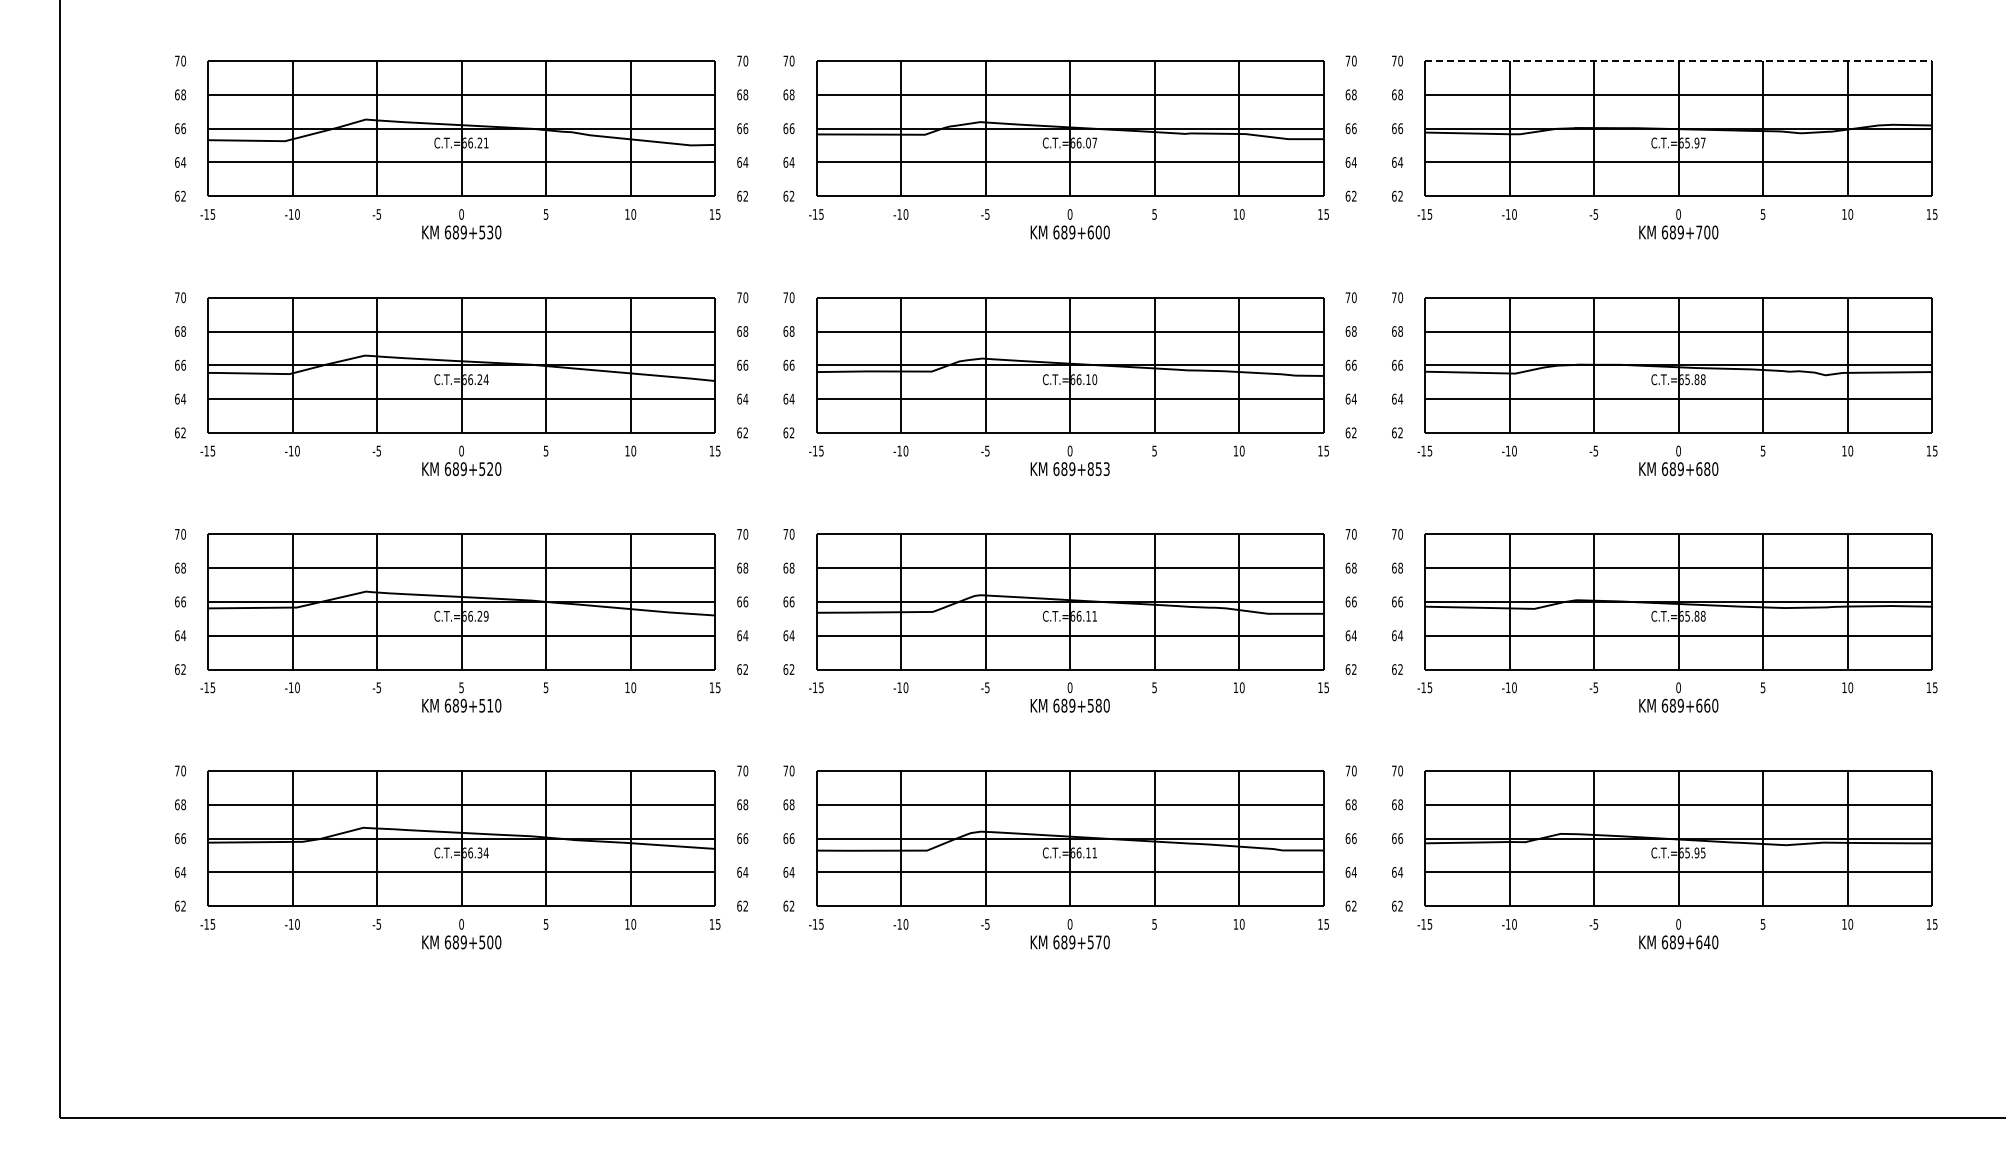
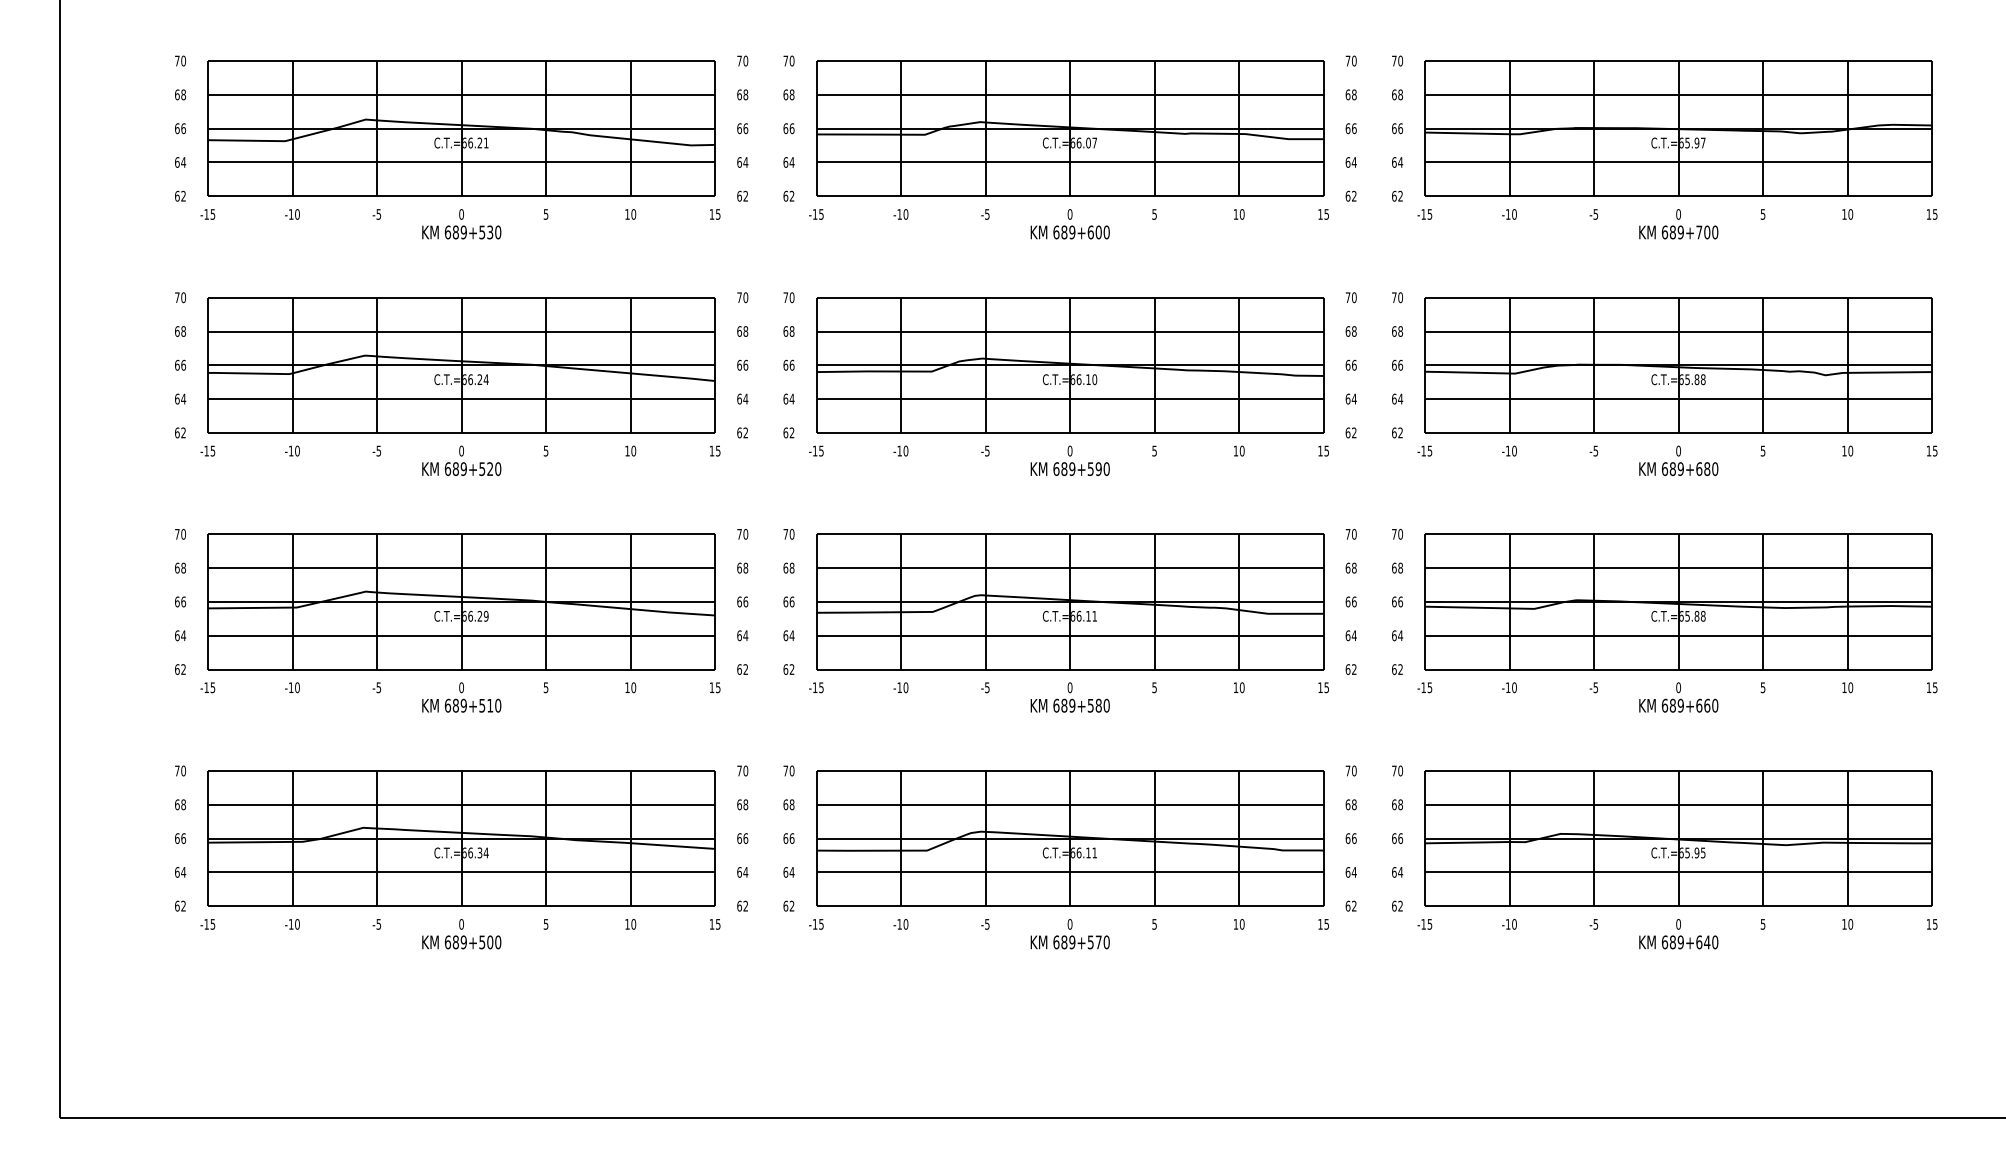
line at (1678, 61): dashed -> solid
text at (1098, 468): 689+853 -> 689+590
text at (461, 687): 5 -> 0
